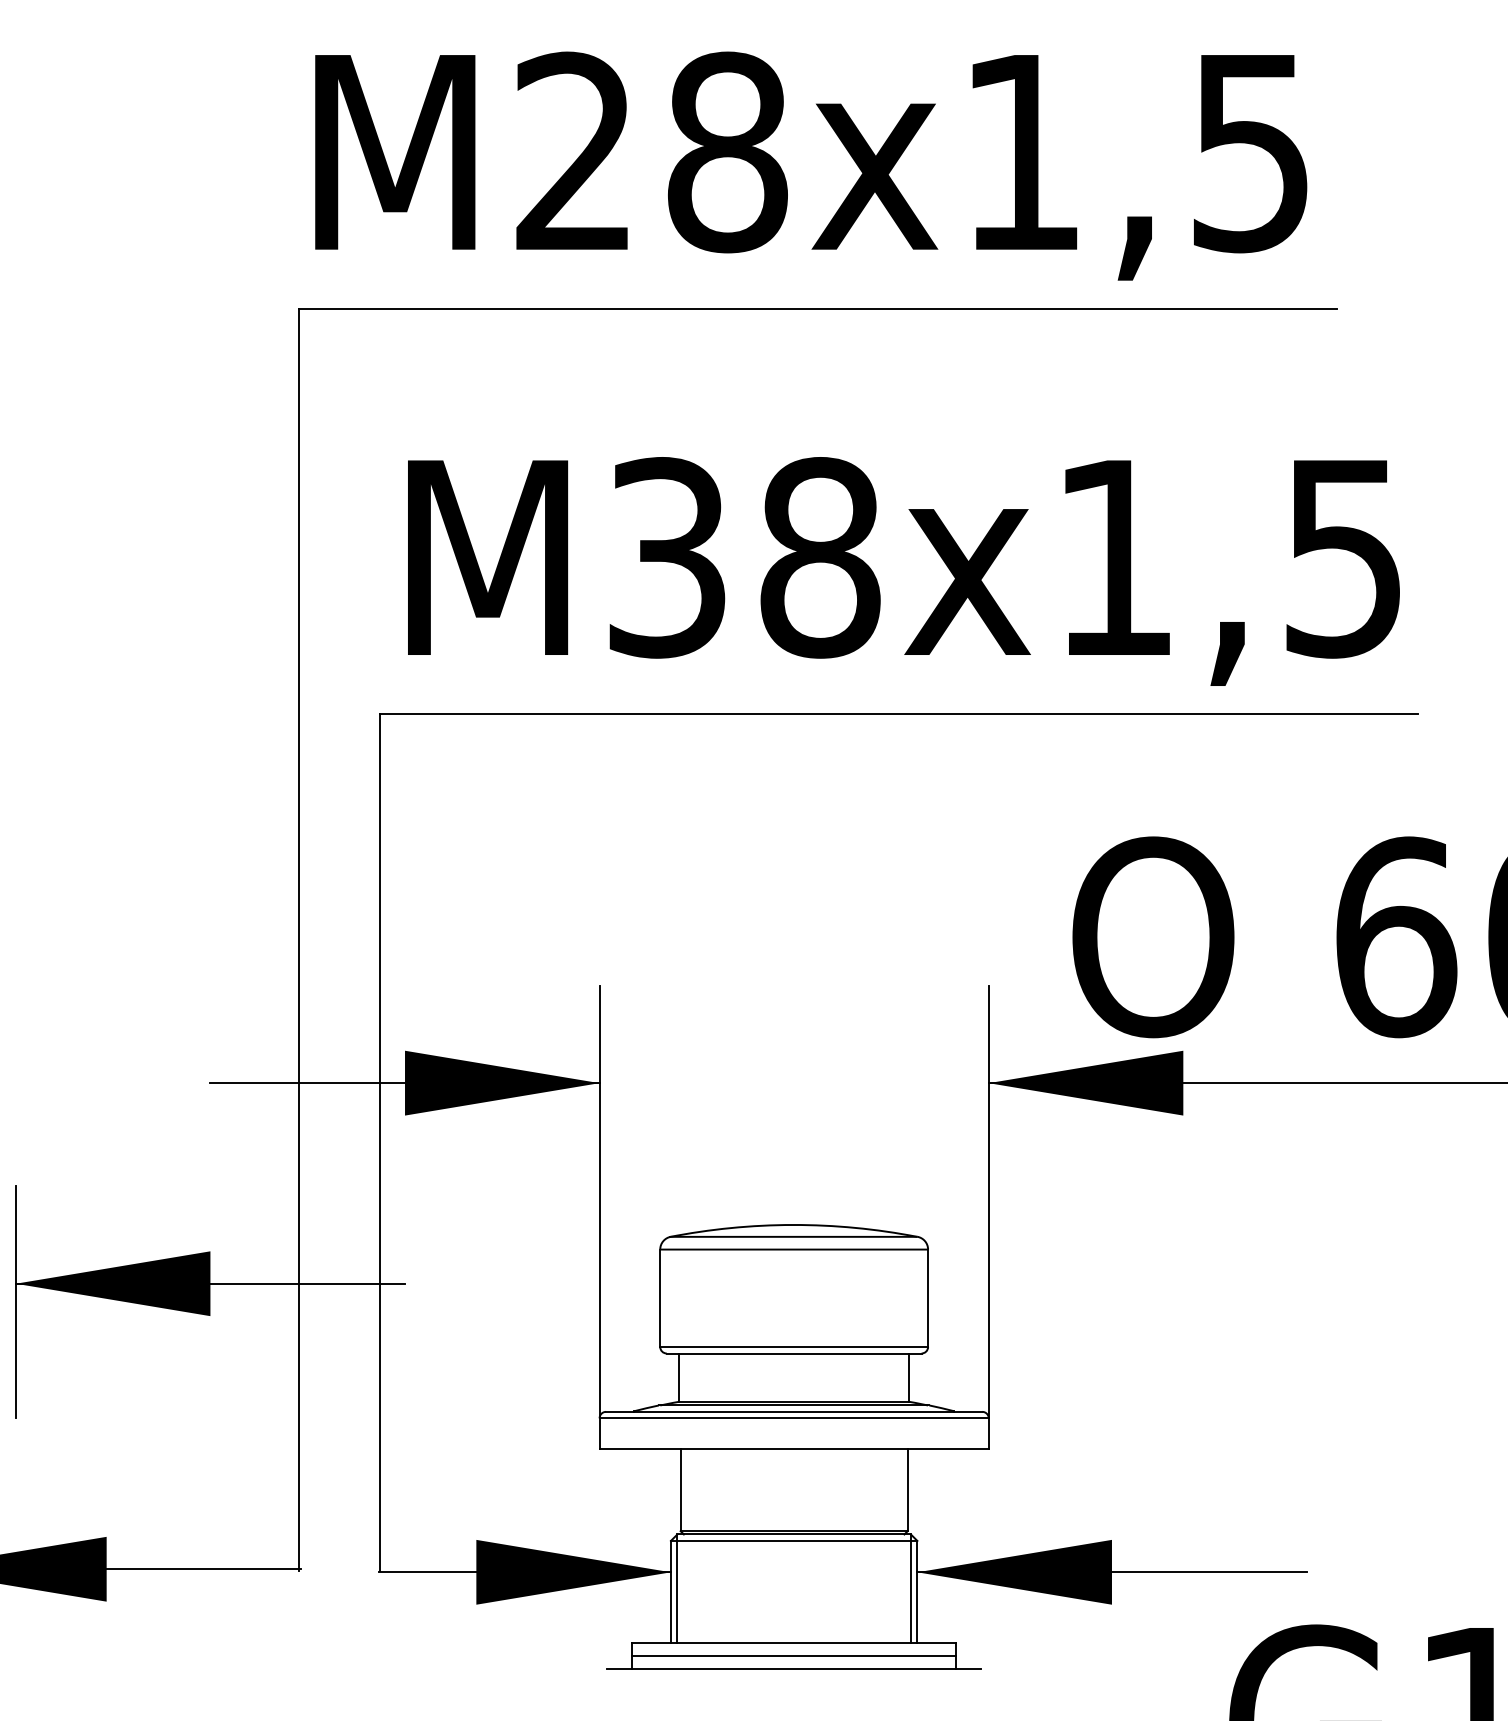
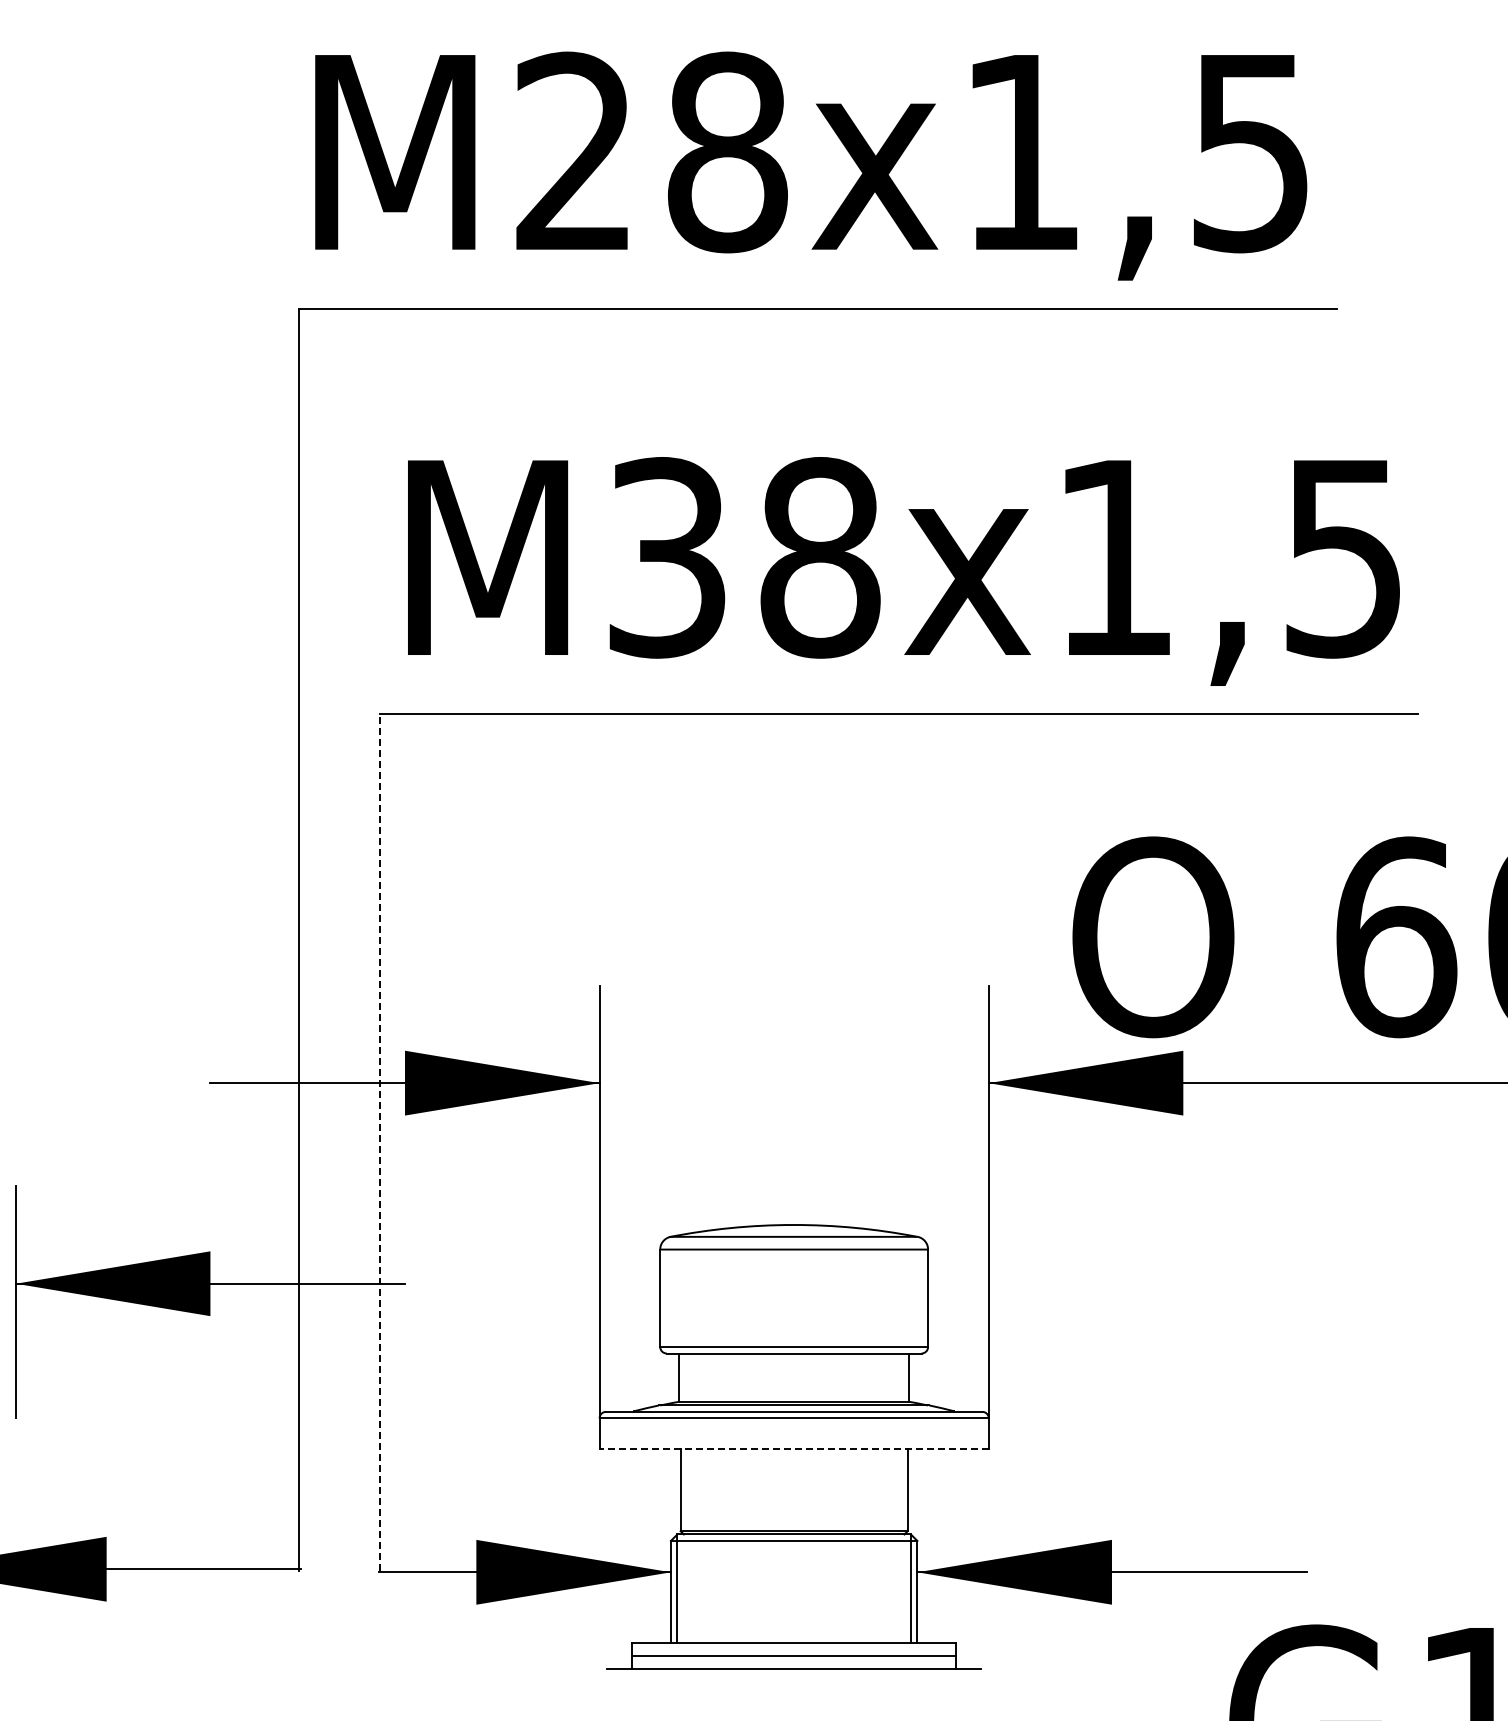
line at (379, 1142): solid -> dashed
line at (794, 1448): solid -> dashed
